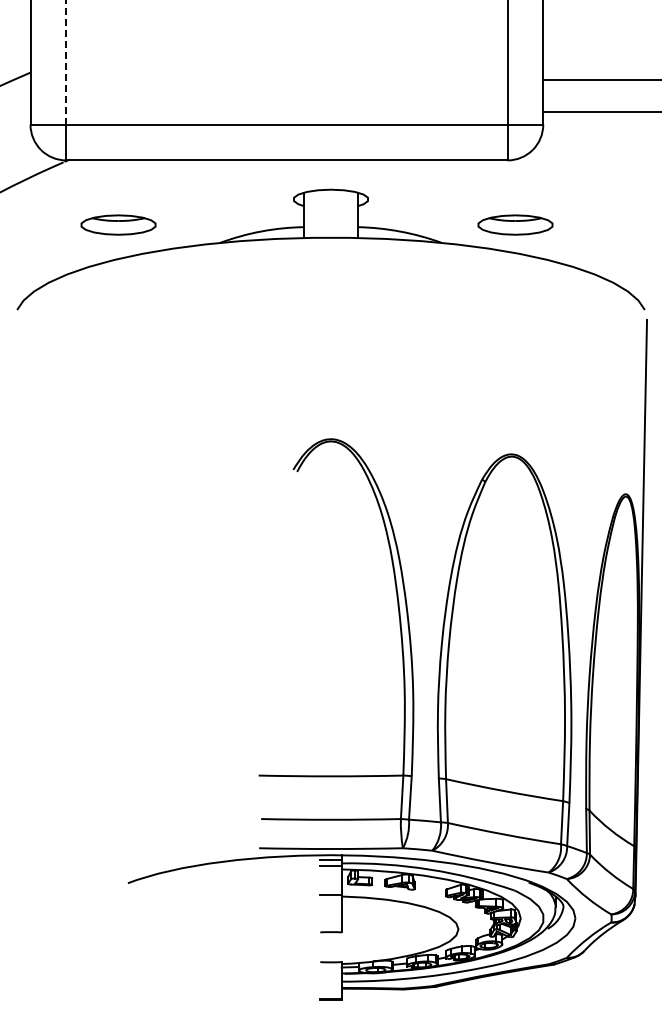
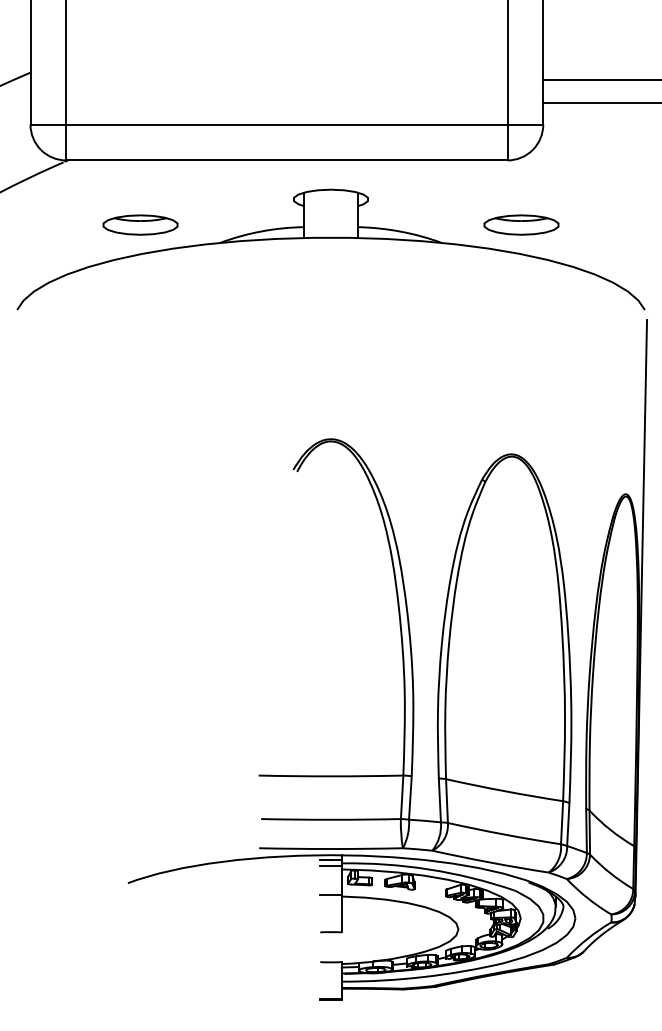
line at (66, 62): dashed -> solid
line at (600, 112) position: (600, 112) -> (600, 103)
part at (118, 224) position: (118, 224) -> (140, 224)
part at (515, 224) position: (515, 224) -> (521, 224)
